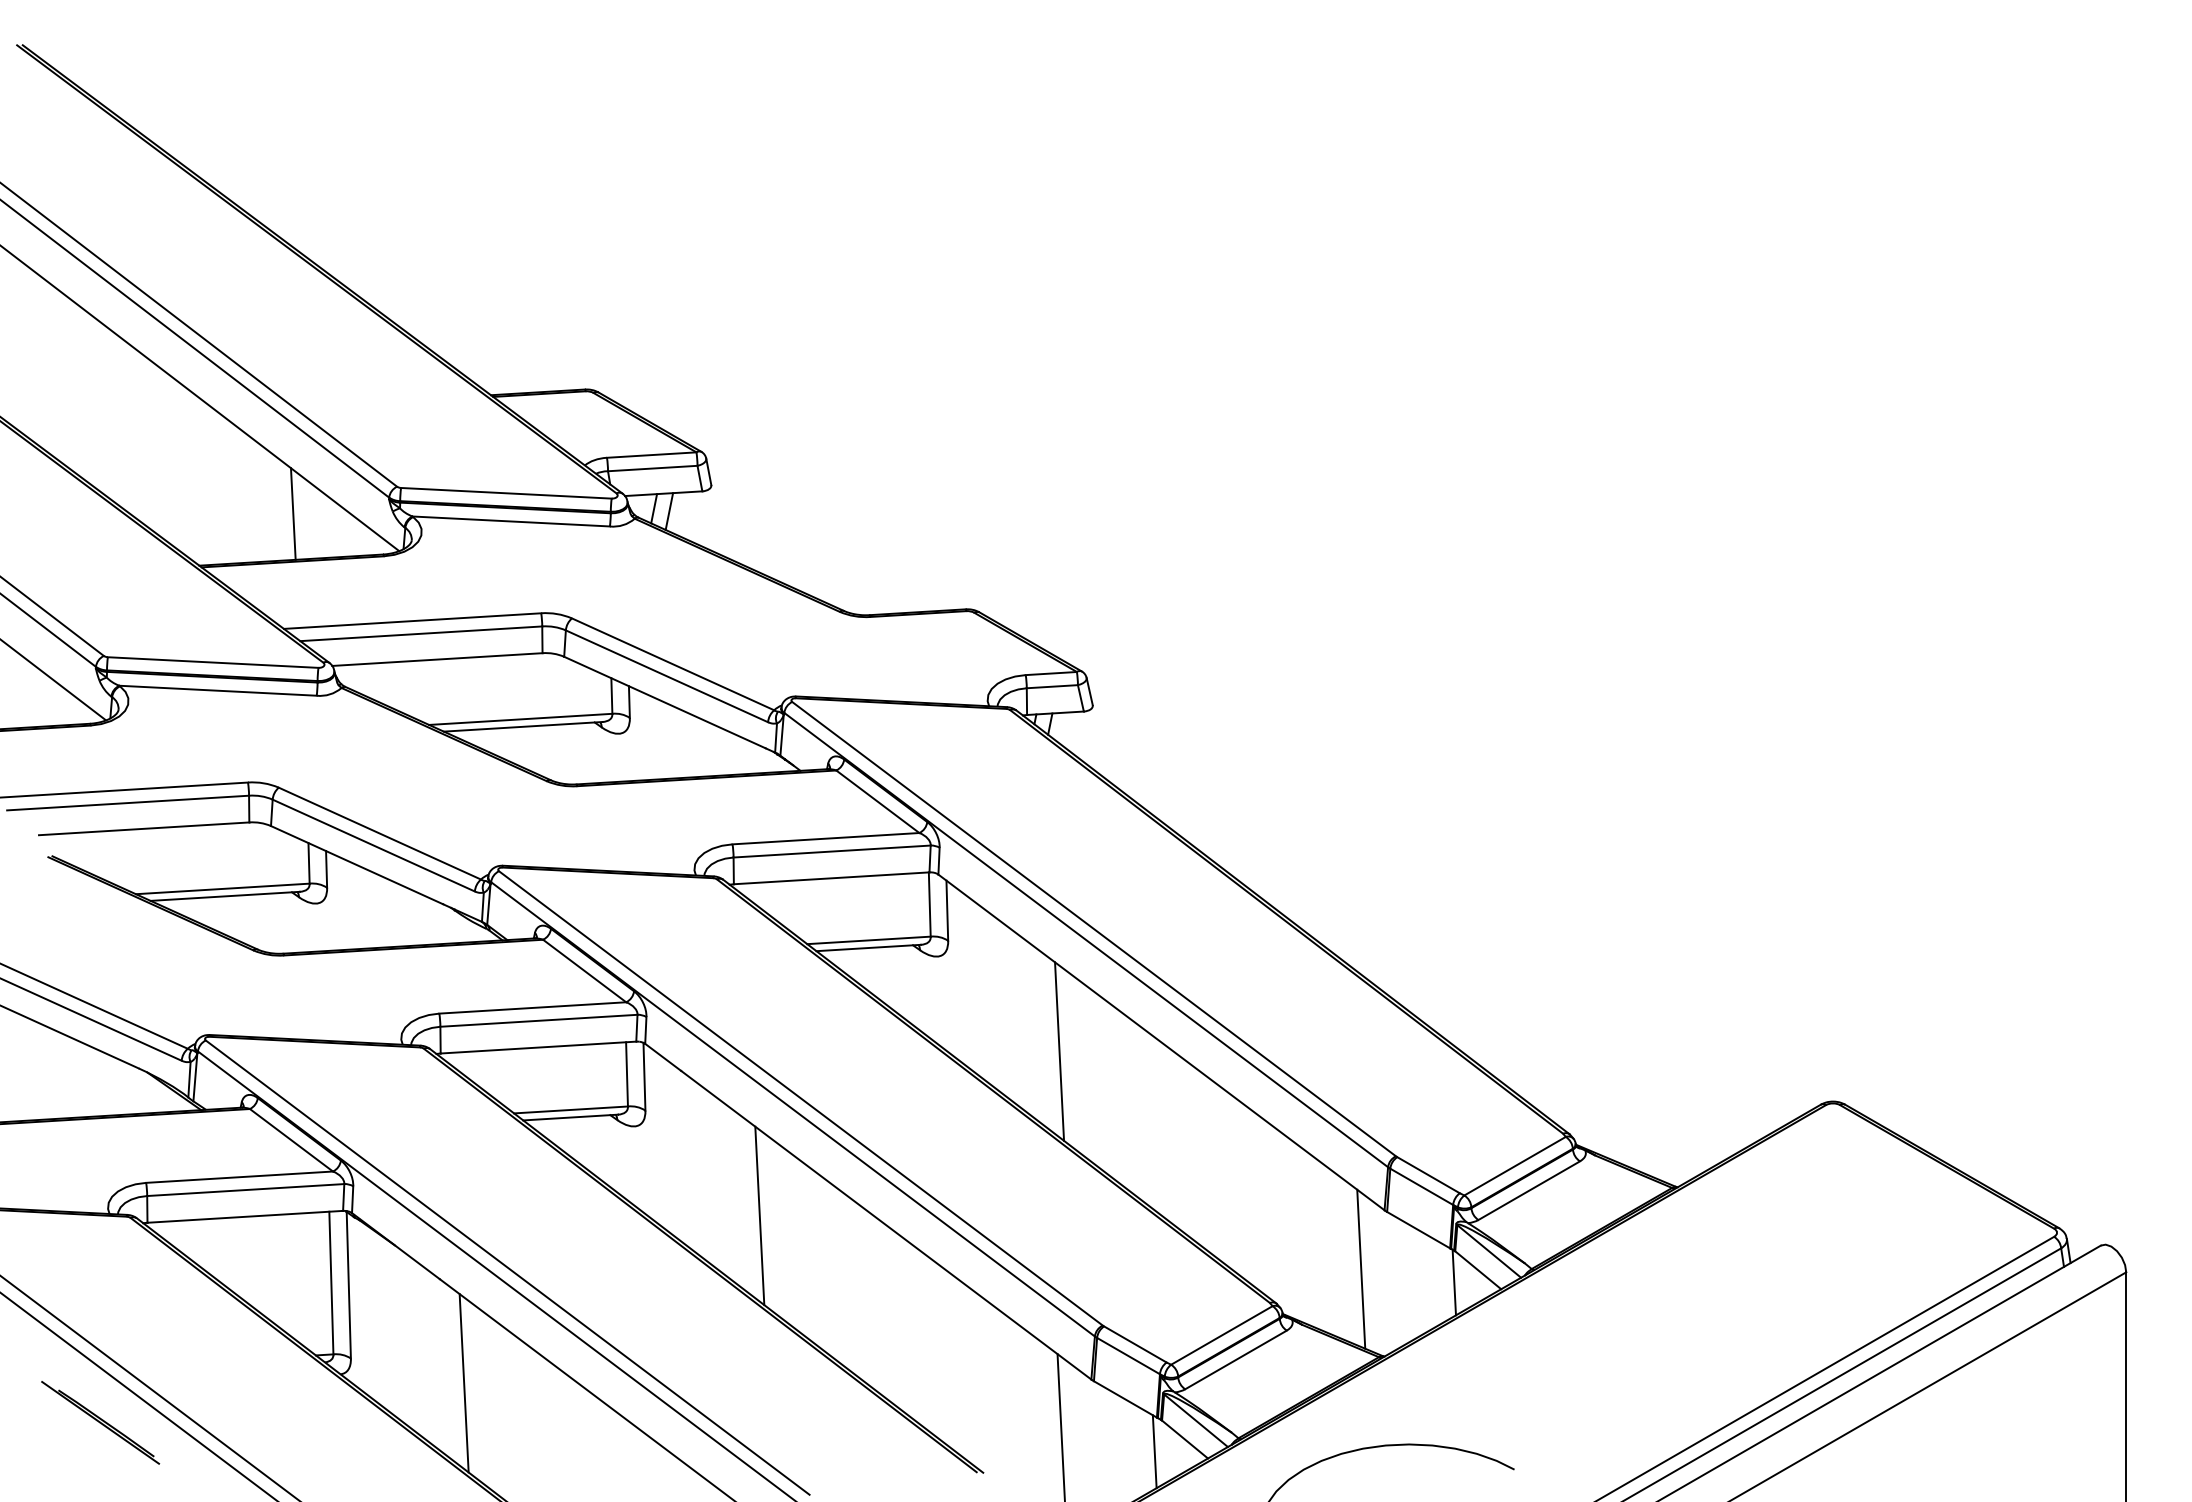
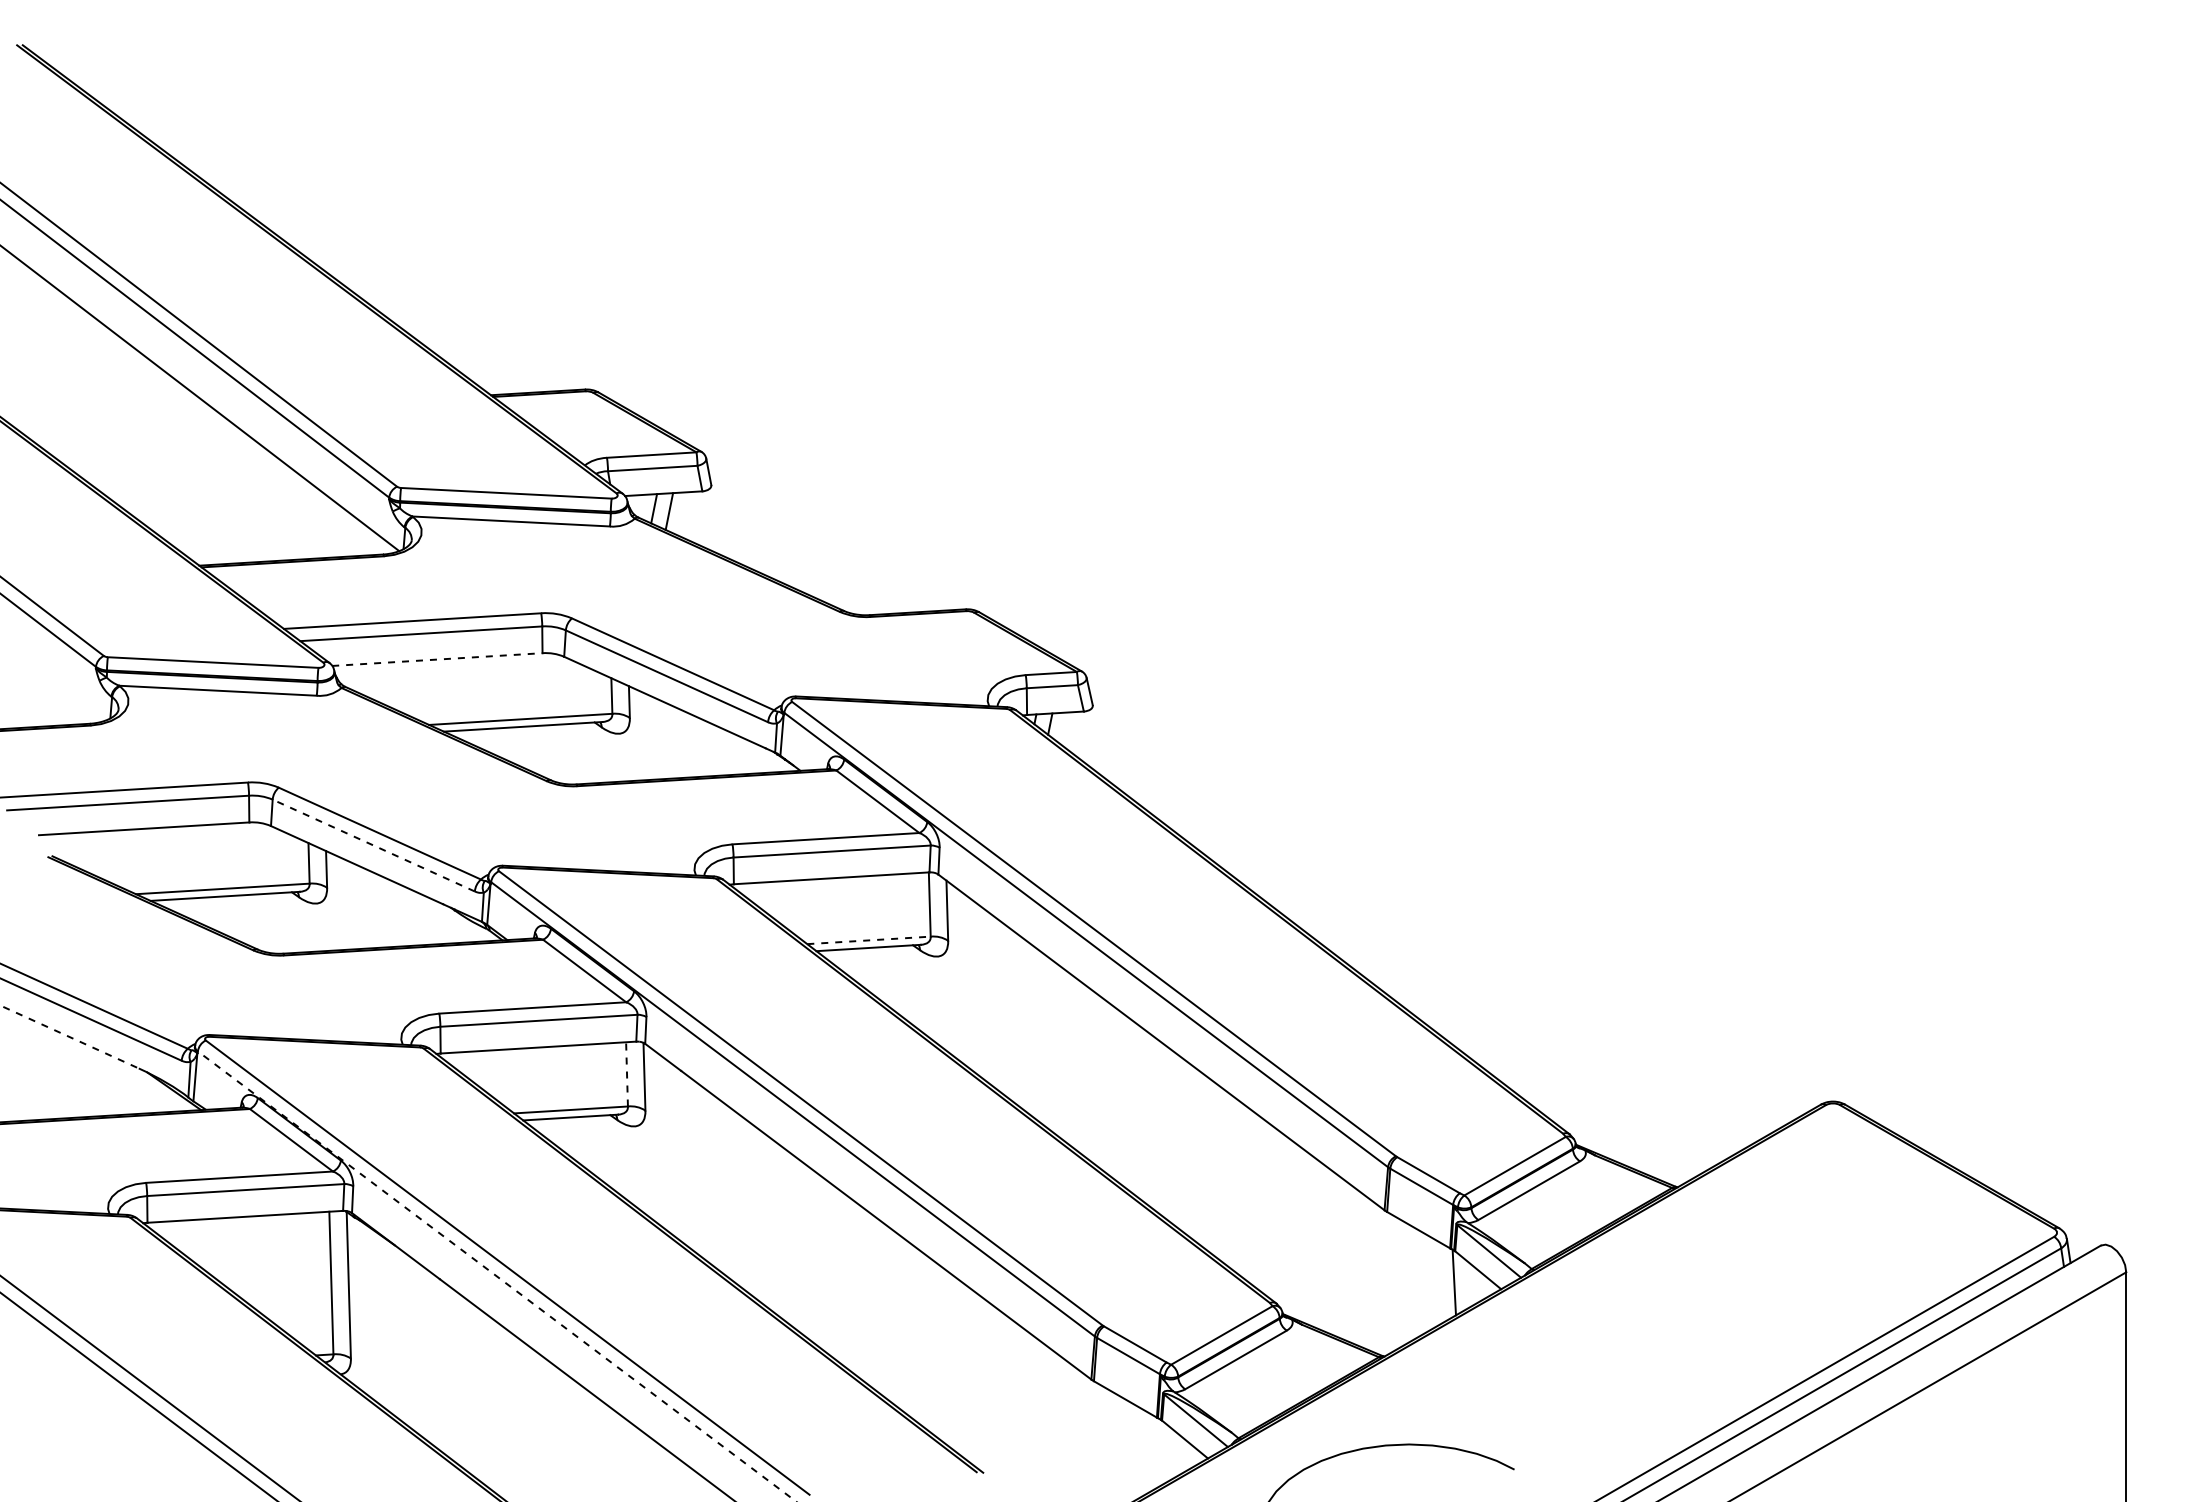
line at (292, 513): present -> none
line at (437, 659): solid -> dashed
line at (53, 680): present -> none
line at (373, 845): solid -> dashed
line at (869, 940): solid -> dashed
line at (69, 1037): solid -> dashed
line at (1059, 1051): present -> none
line at (627, 1073): solid -> dashed
line at (759, 1215): present -> none
line at (1361, 1268): present -> none
line at (496, 1276): solid -> dashed
line at (463, 1383): present -> none
part at (100, 1422): present -> none
line at (1060, 1426): present -> none
line at (1154, 1451): present -> none
